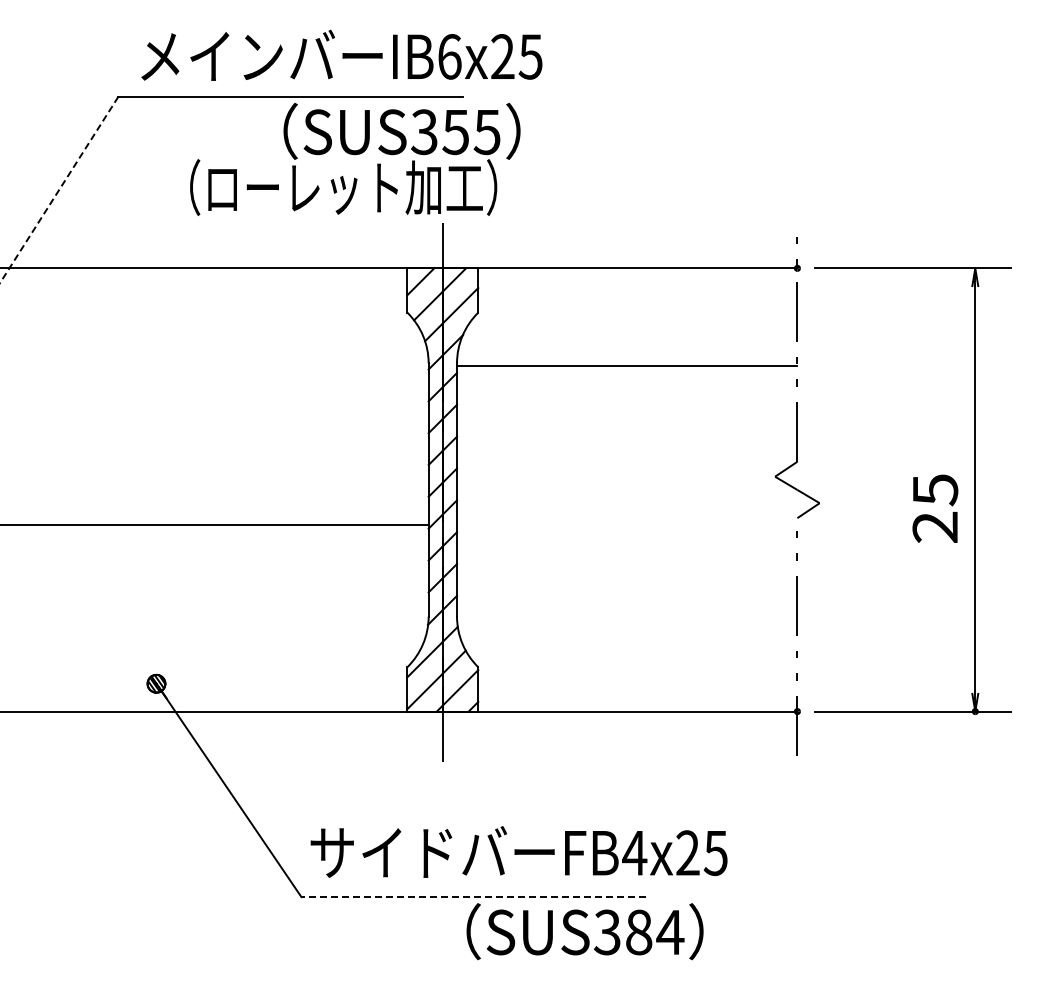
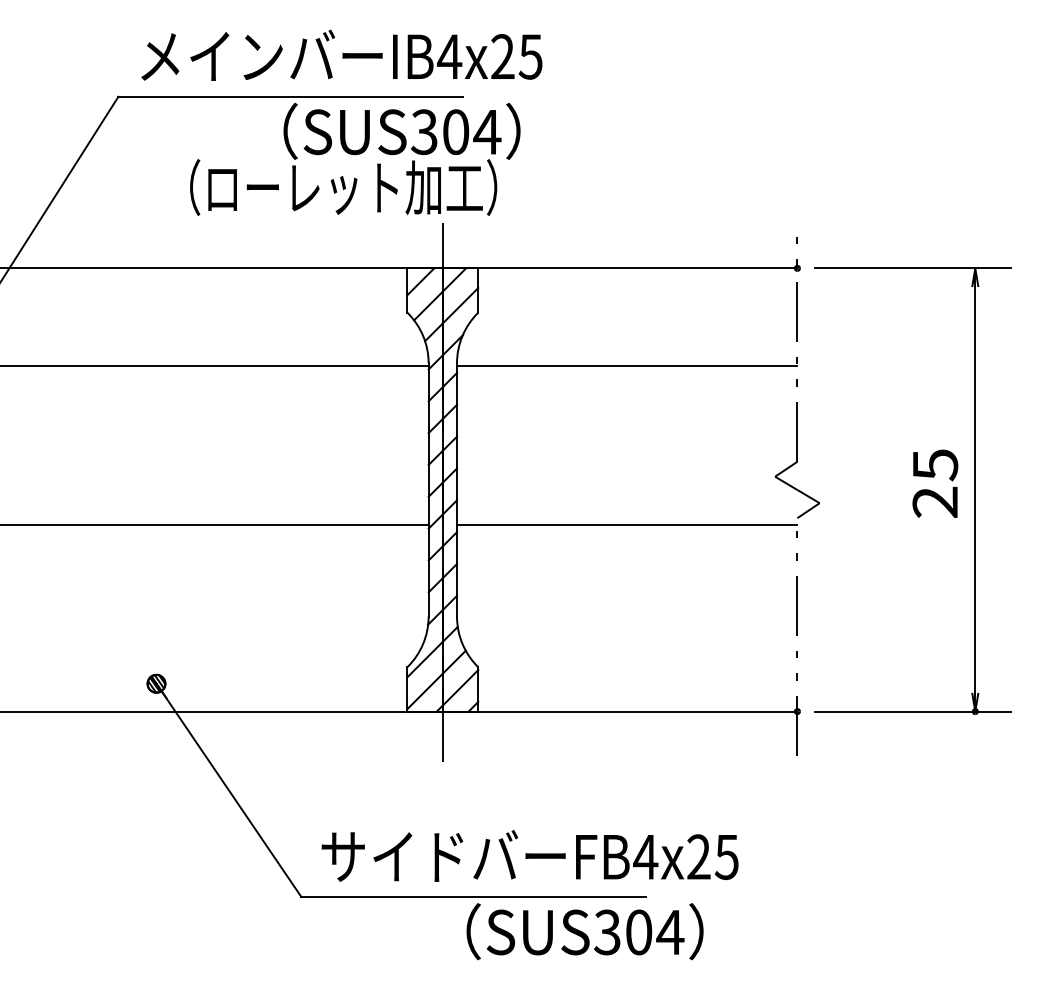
text at (449, 56): IB6x25 -> IB4x25
text at (471, 132): SUS355 -> SUS304
line at (59, 189): dashed -> solid
line at (215, 365): none -> present
text at (935, 508) position: (935, 508) -> (935, 483)
line at (627, 525): none -> present
text at (518, 851) position: (518, 851) -> (529, 855)
line at (473, 897): dashed -> solid
text at (639, 932): SUS384 -> SUS304
